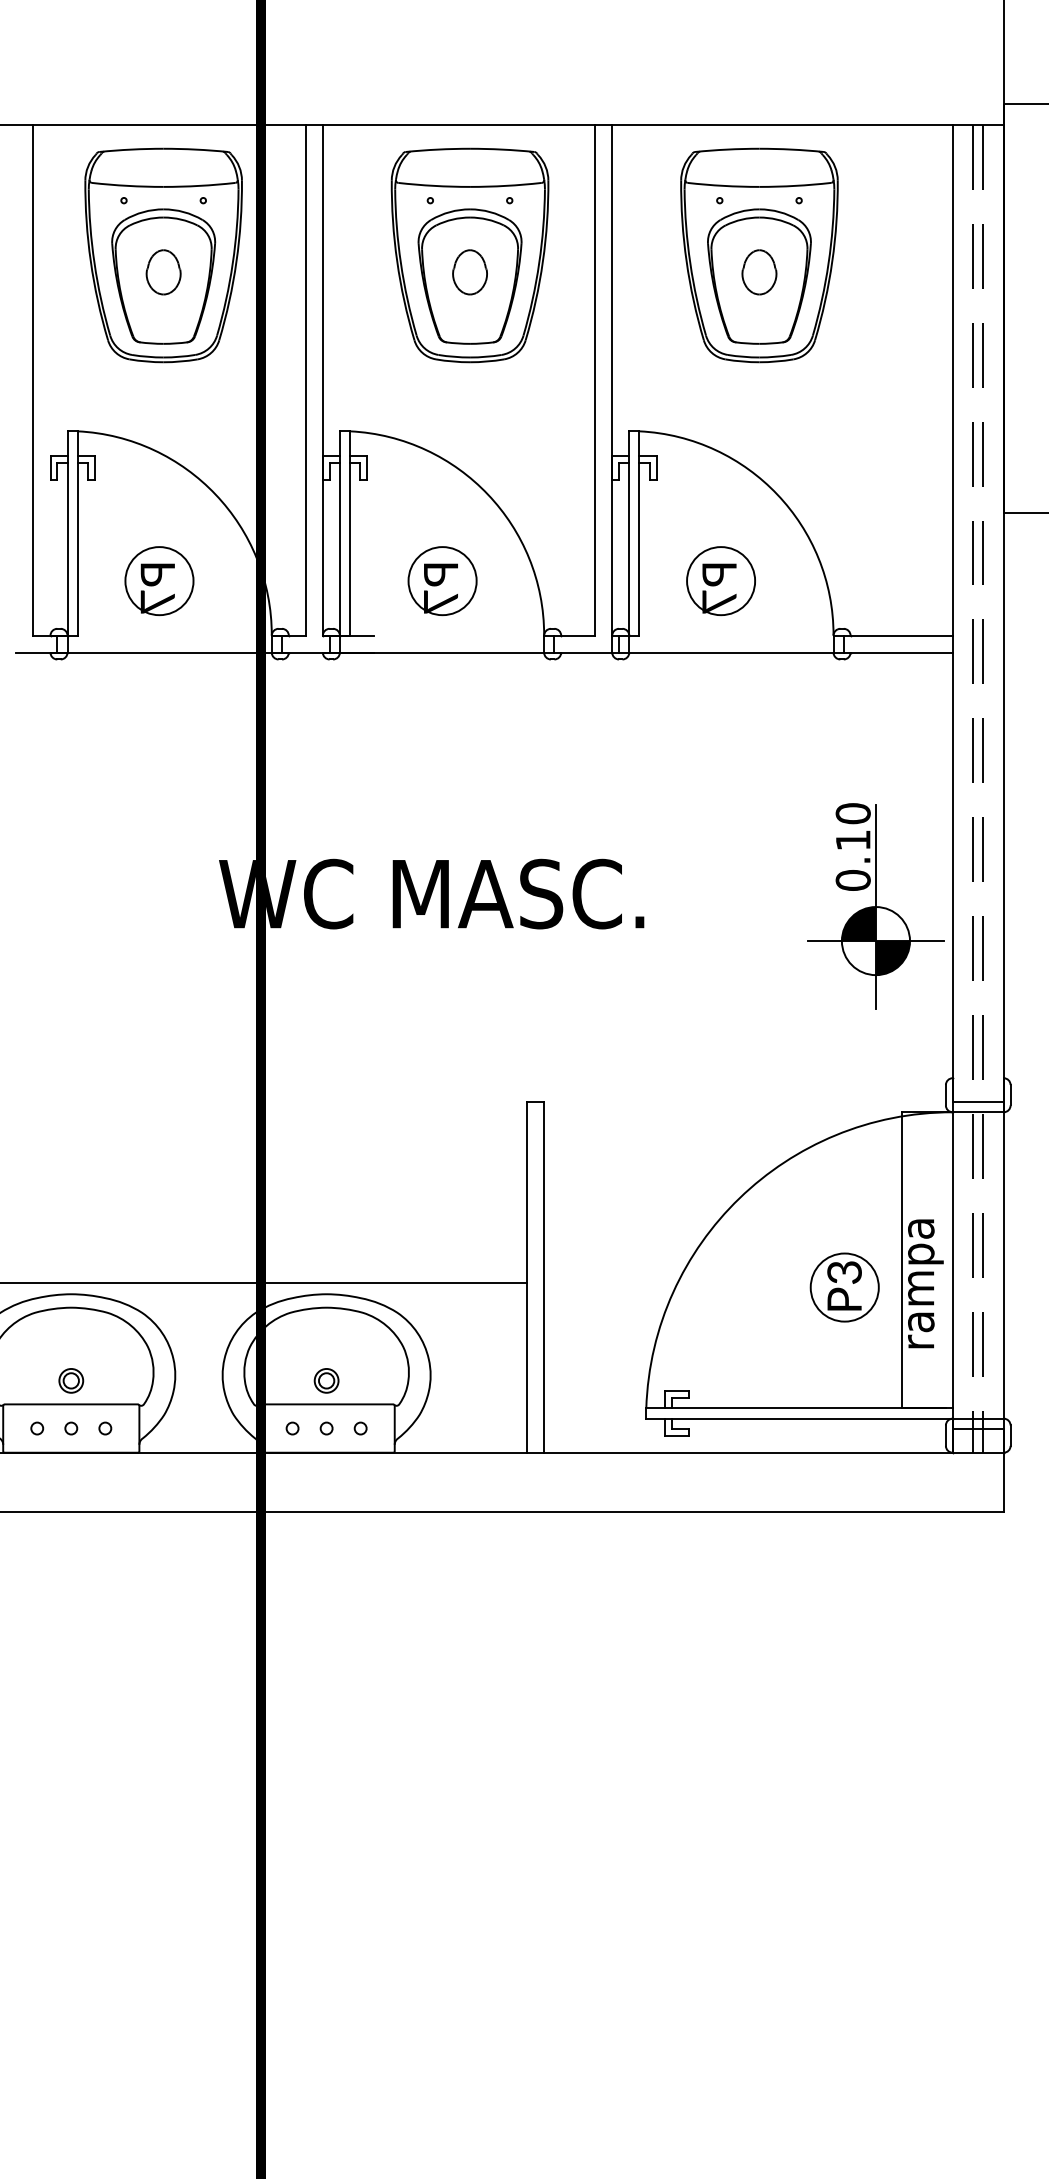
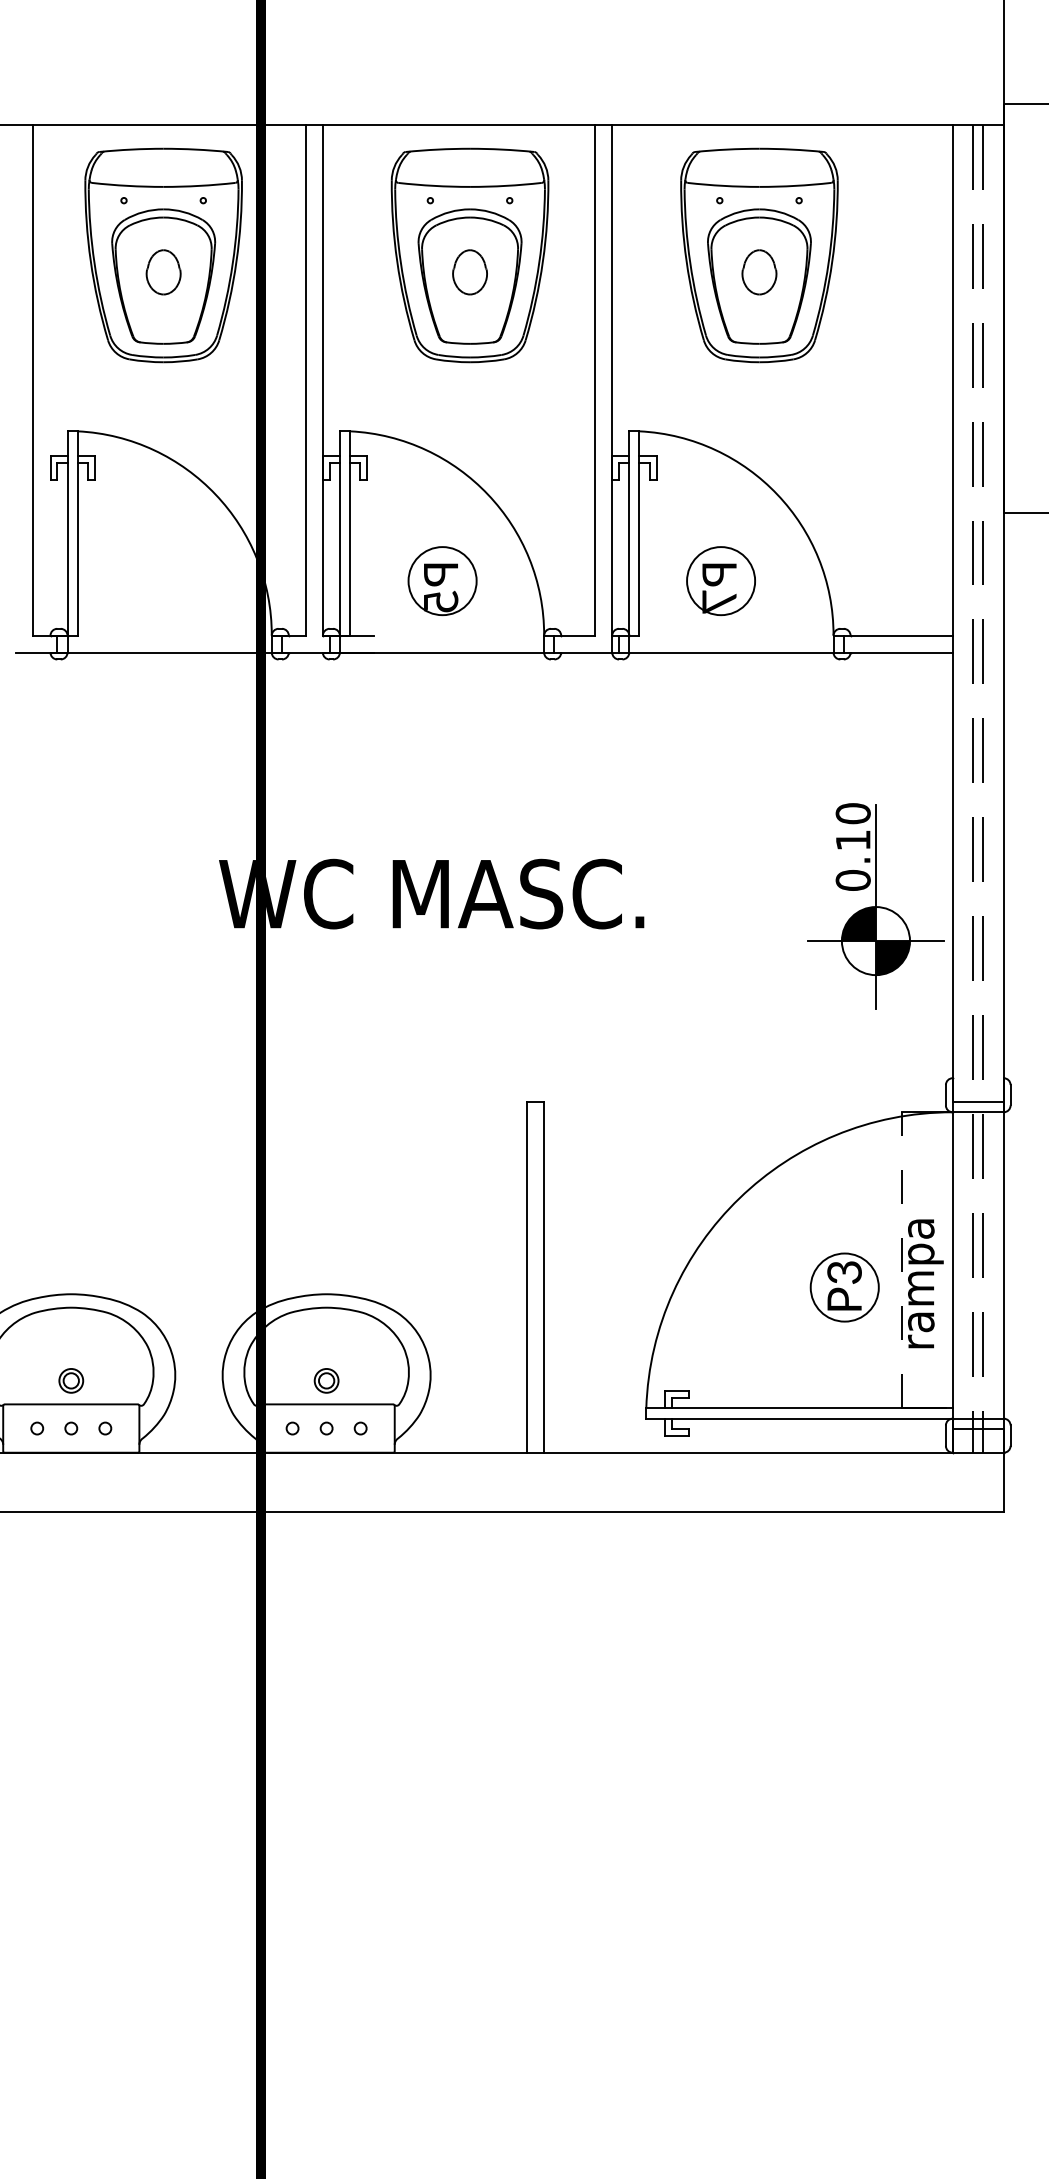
part at (159, 581): present -> none
text at (441, 601): P7 -> P5
line at (901, 1259): solid -> dashed
line at (264, 1282): present -> none
